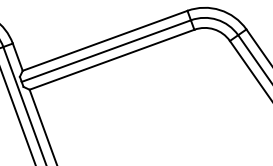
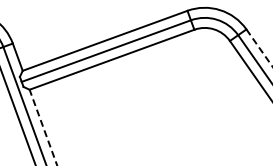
line at (259, 48): solid -> dashed
line at (43, 127): solid -> dashed
